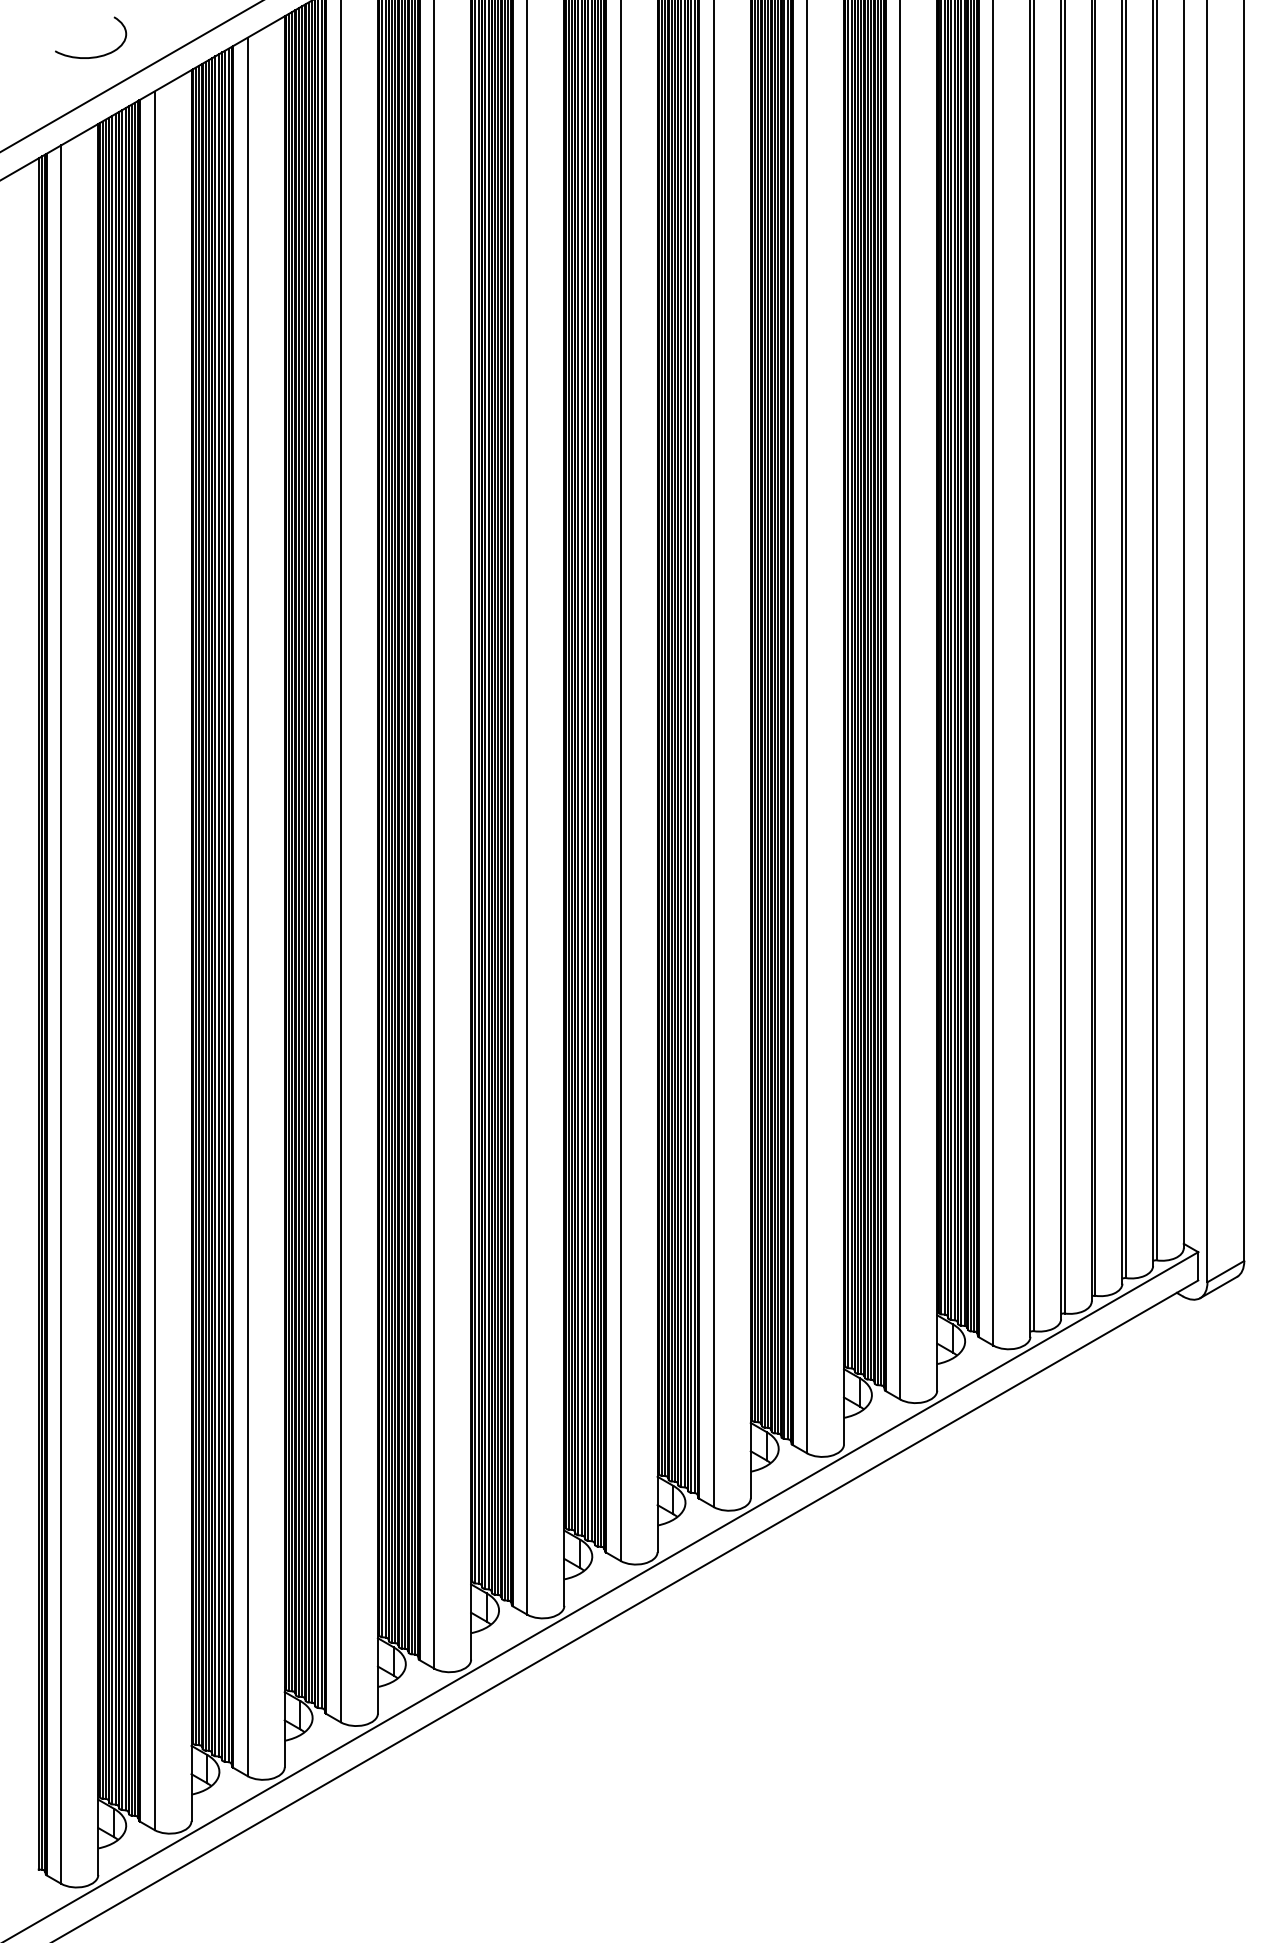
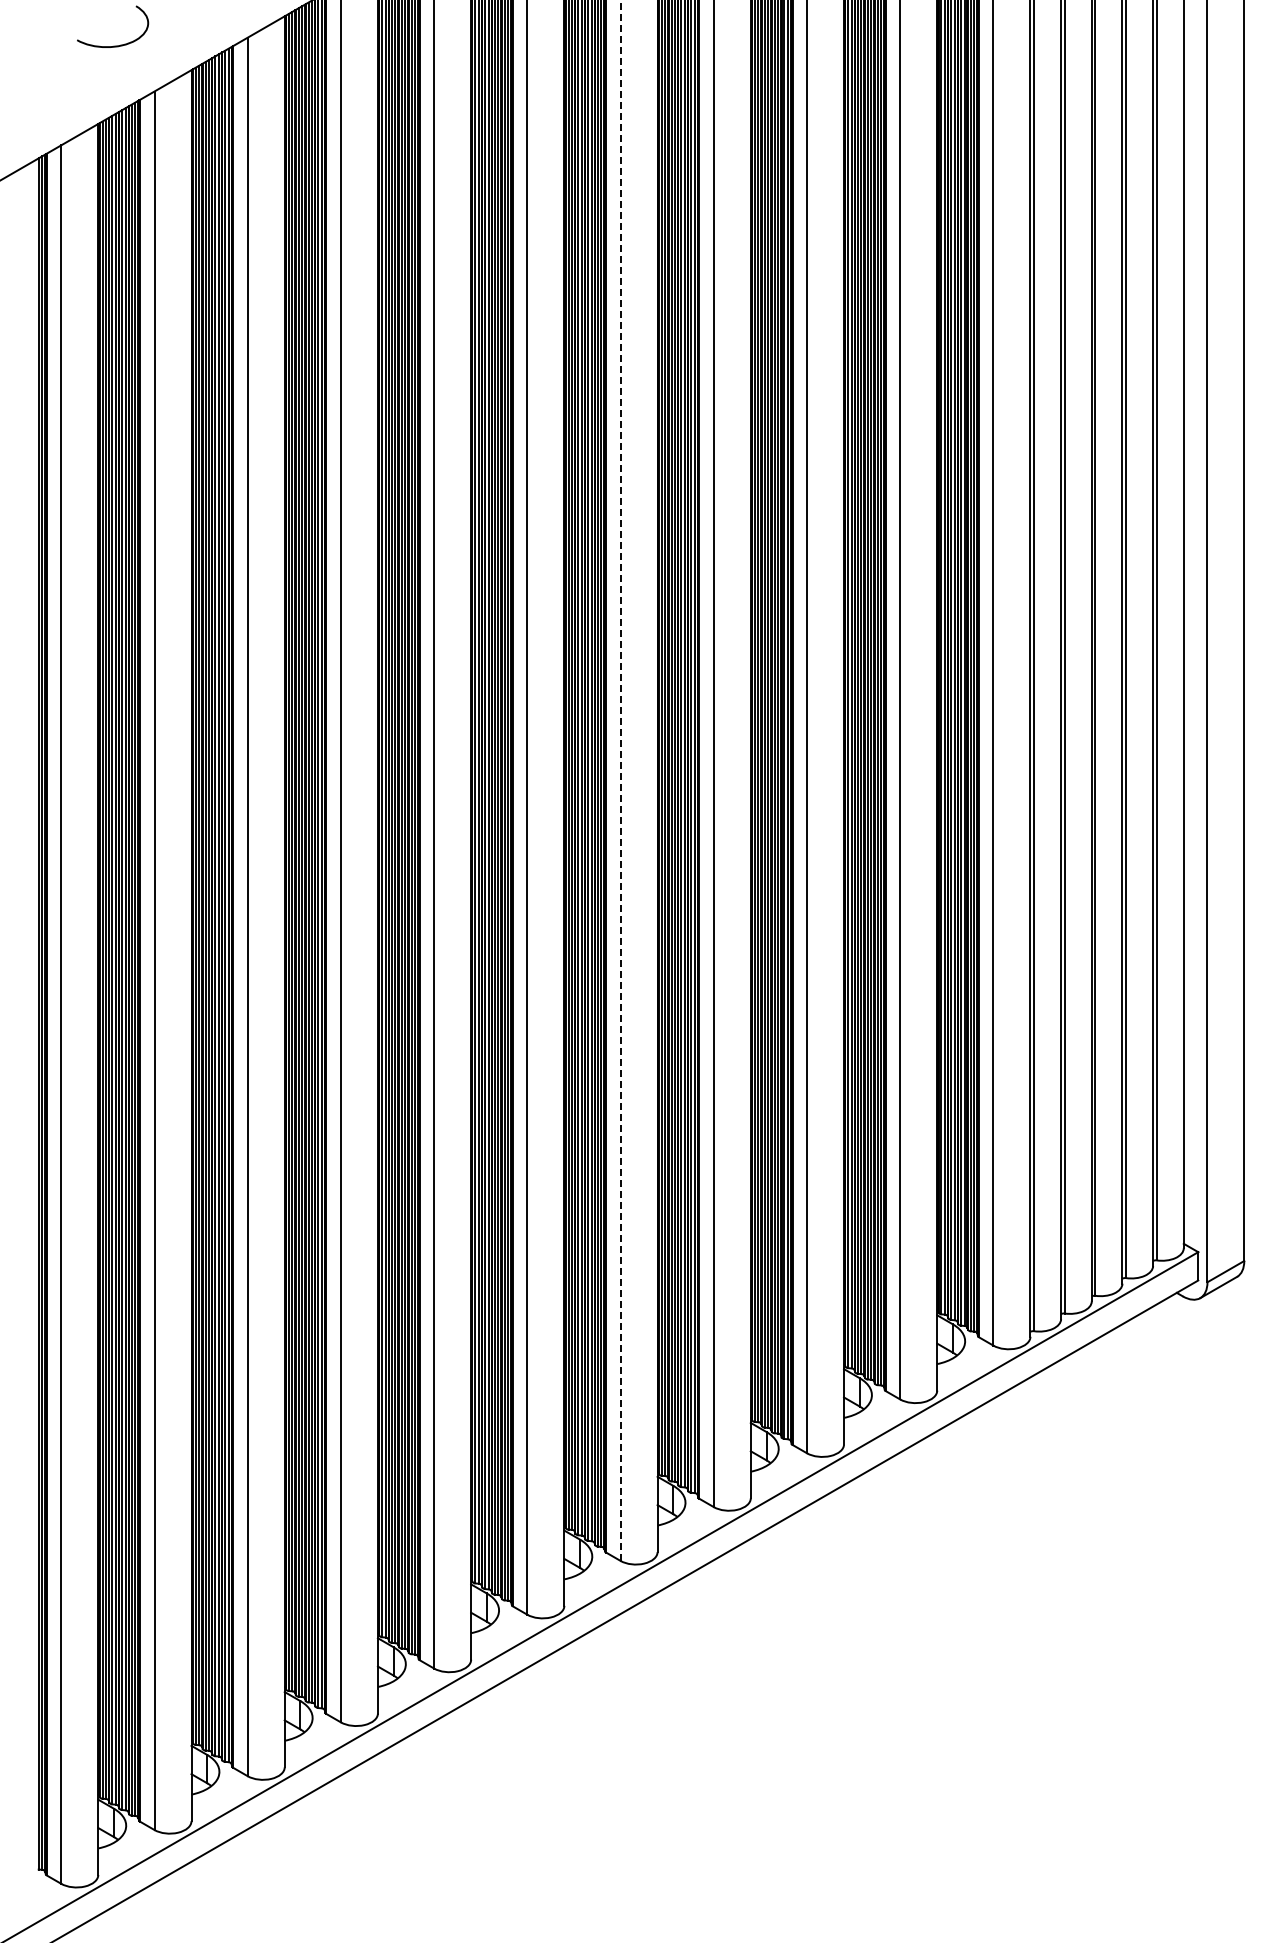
curve at (91, 56) position: (91, 56) -> (113, 45)
line at (131, 76): present -> none
line at (620, 780): solid -> dashed
